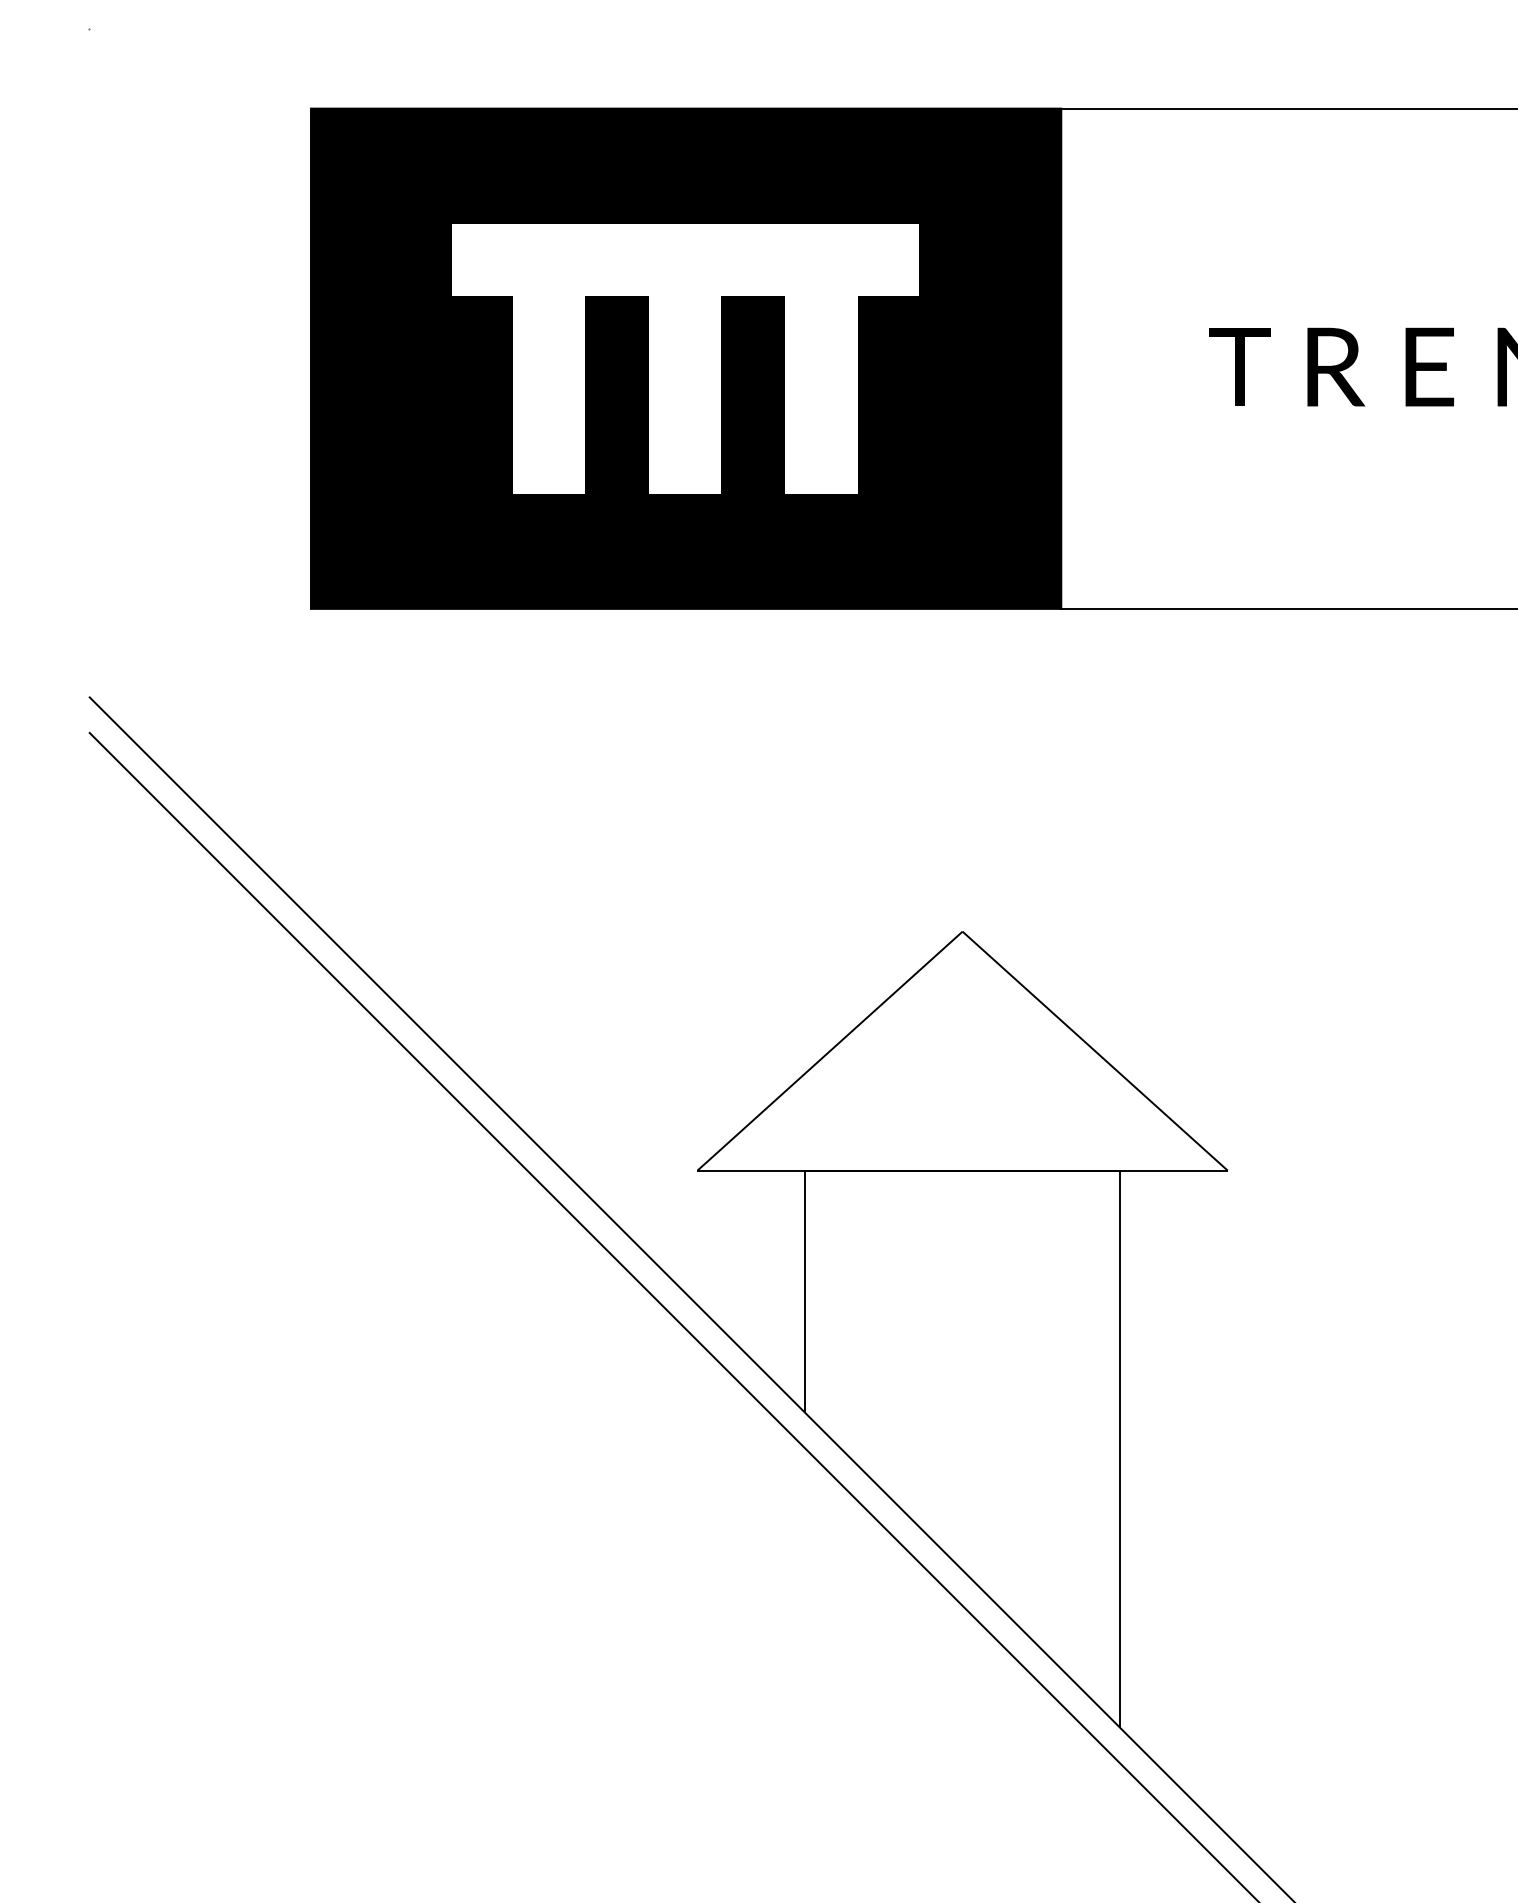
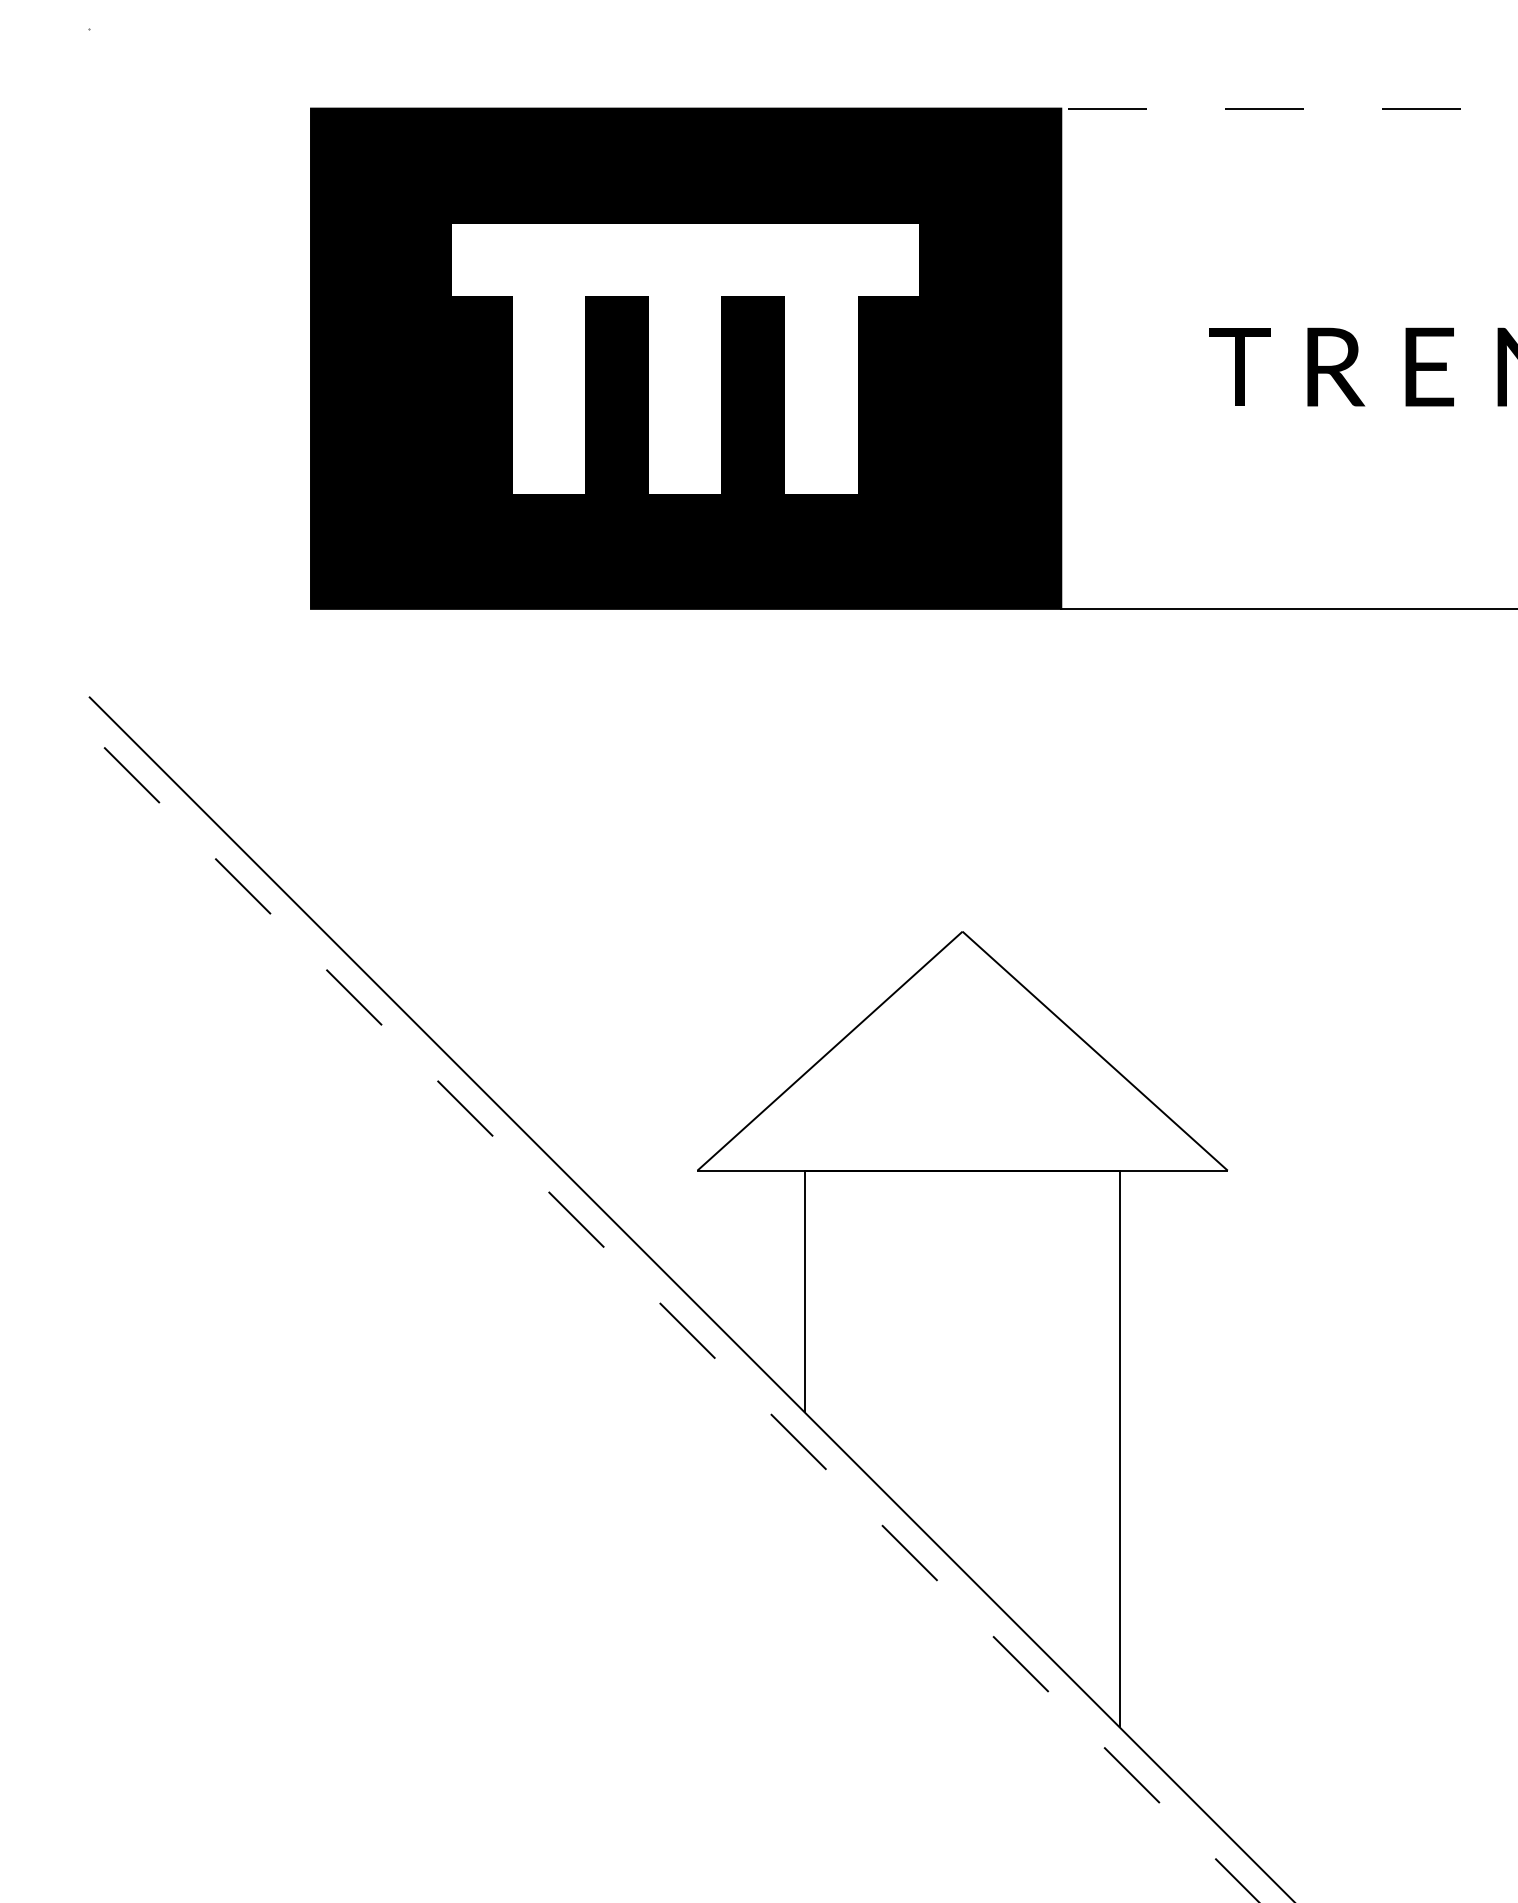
line at (1289, 108): solid -> dashed
line at (673, 1316): solid -> dashed
